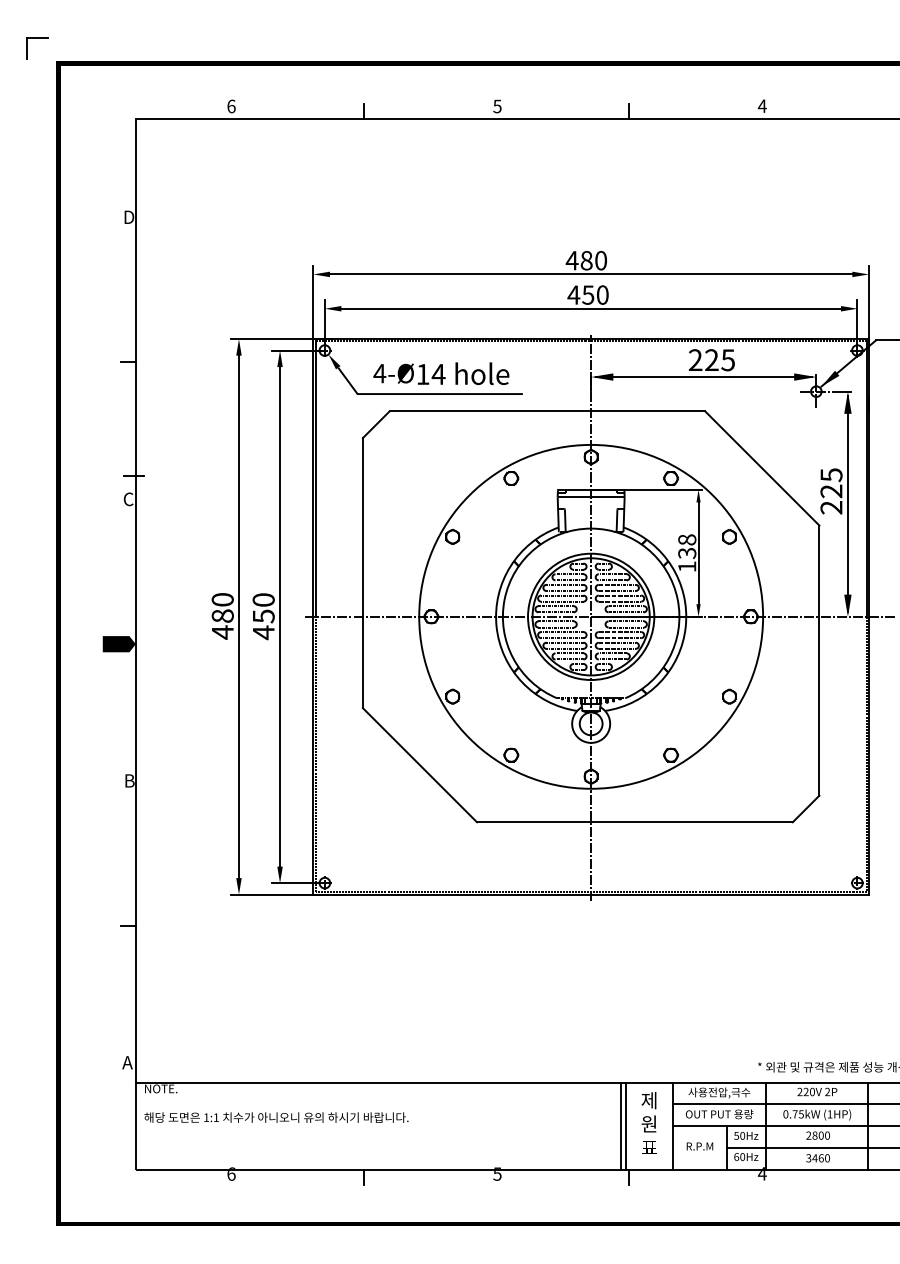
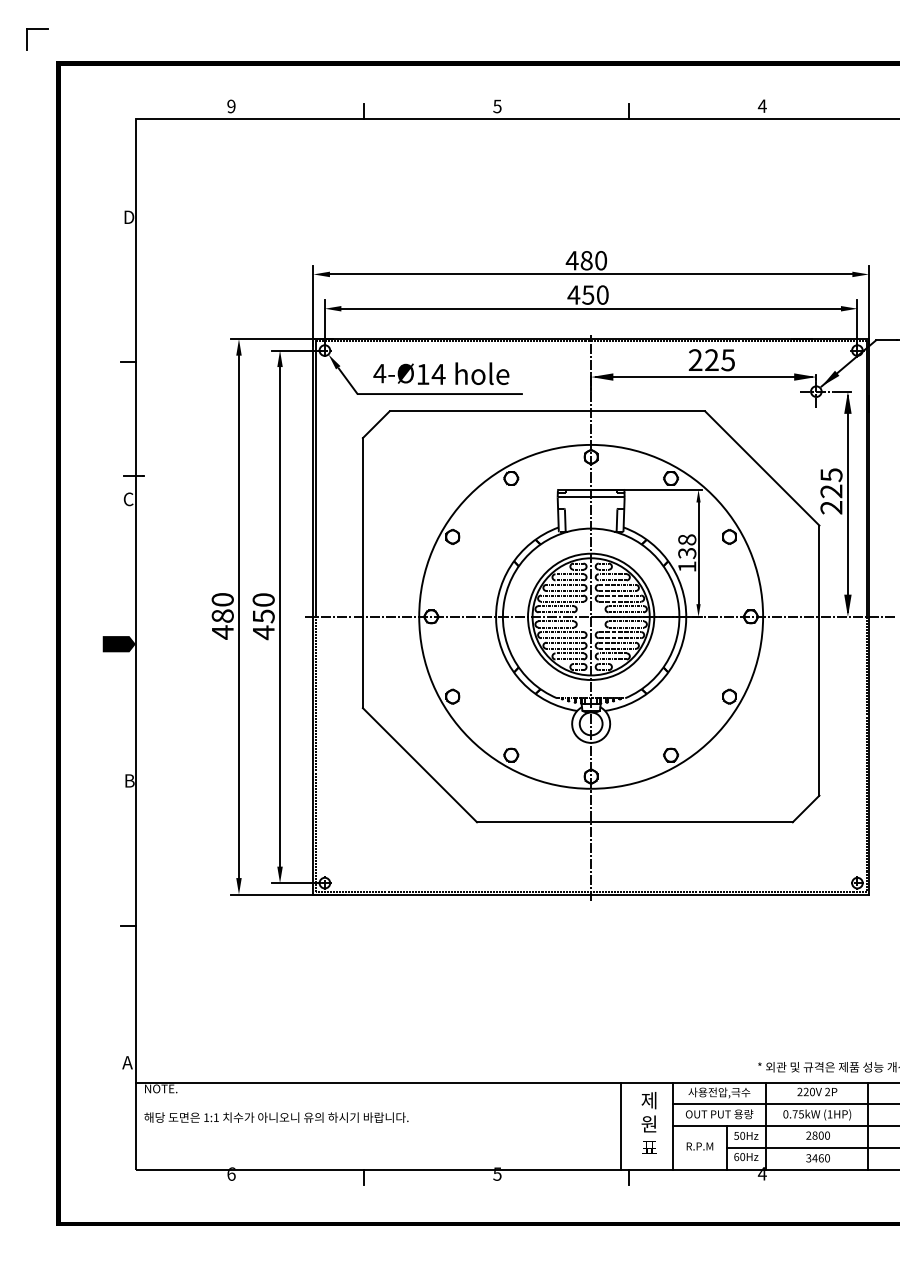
part at (37, 38) position: (37, 38) -> (37, 29)
text at (231, 106): 6 -> 9
line at (626, 1125): present -> none
